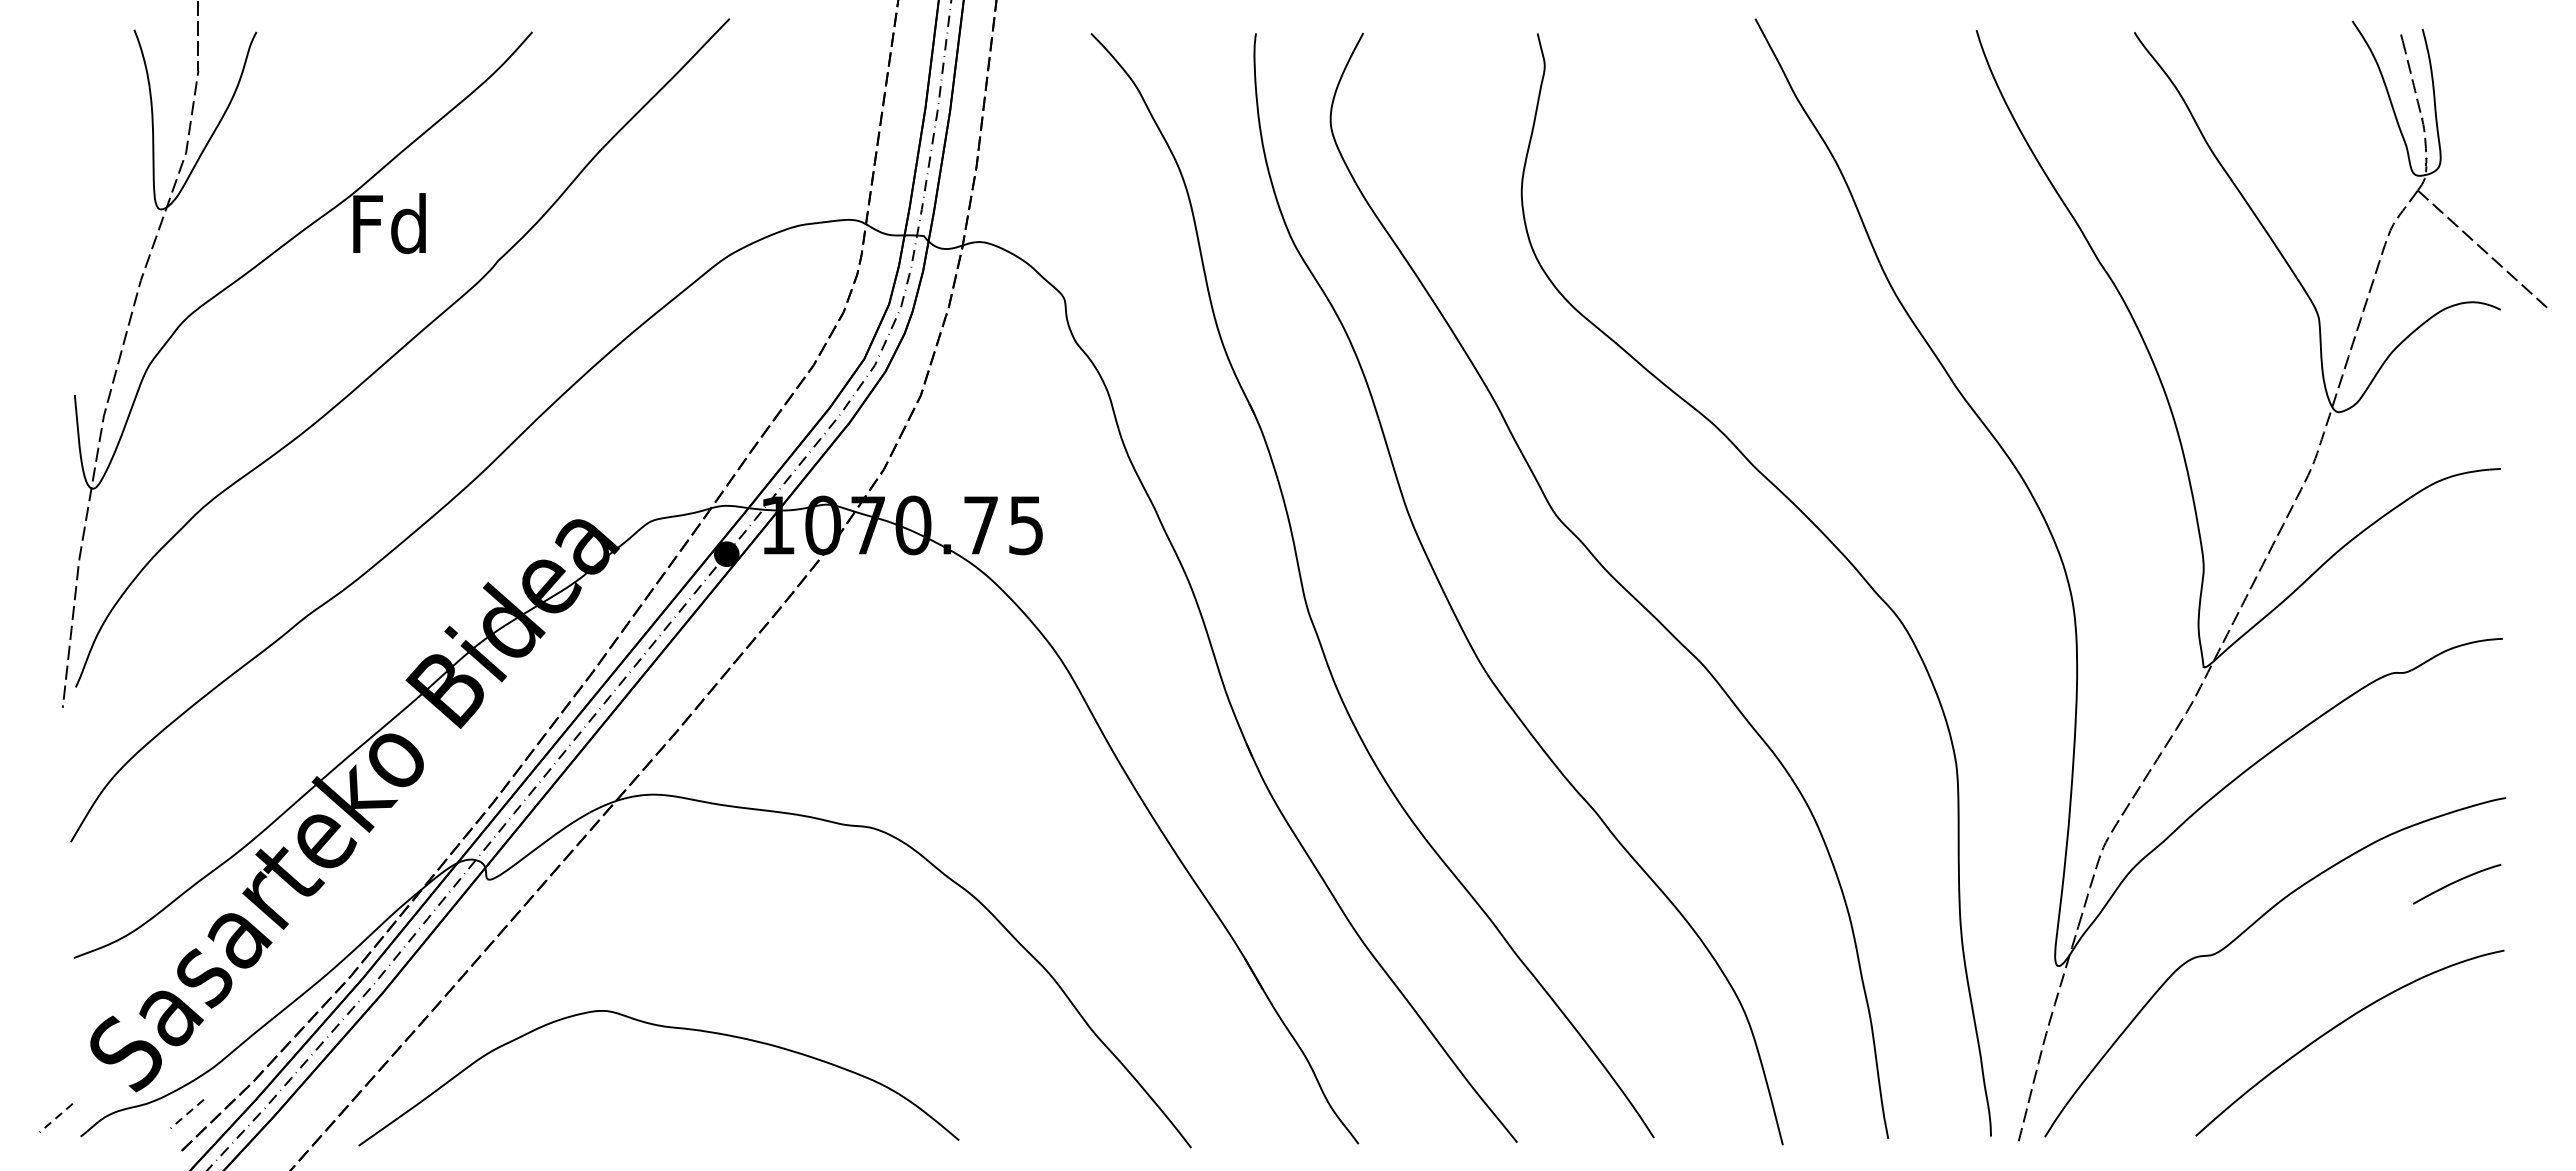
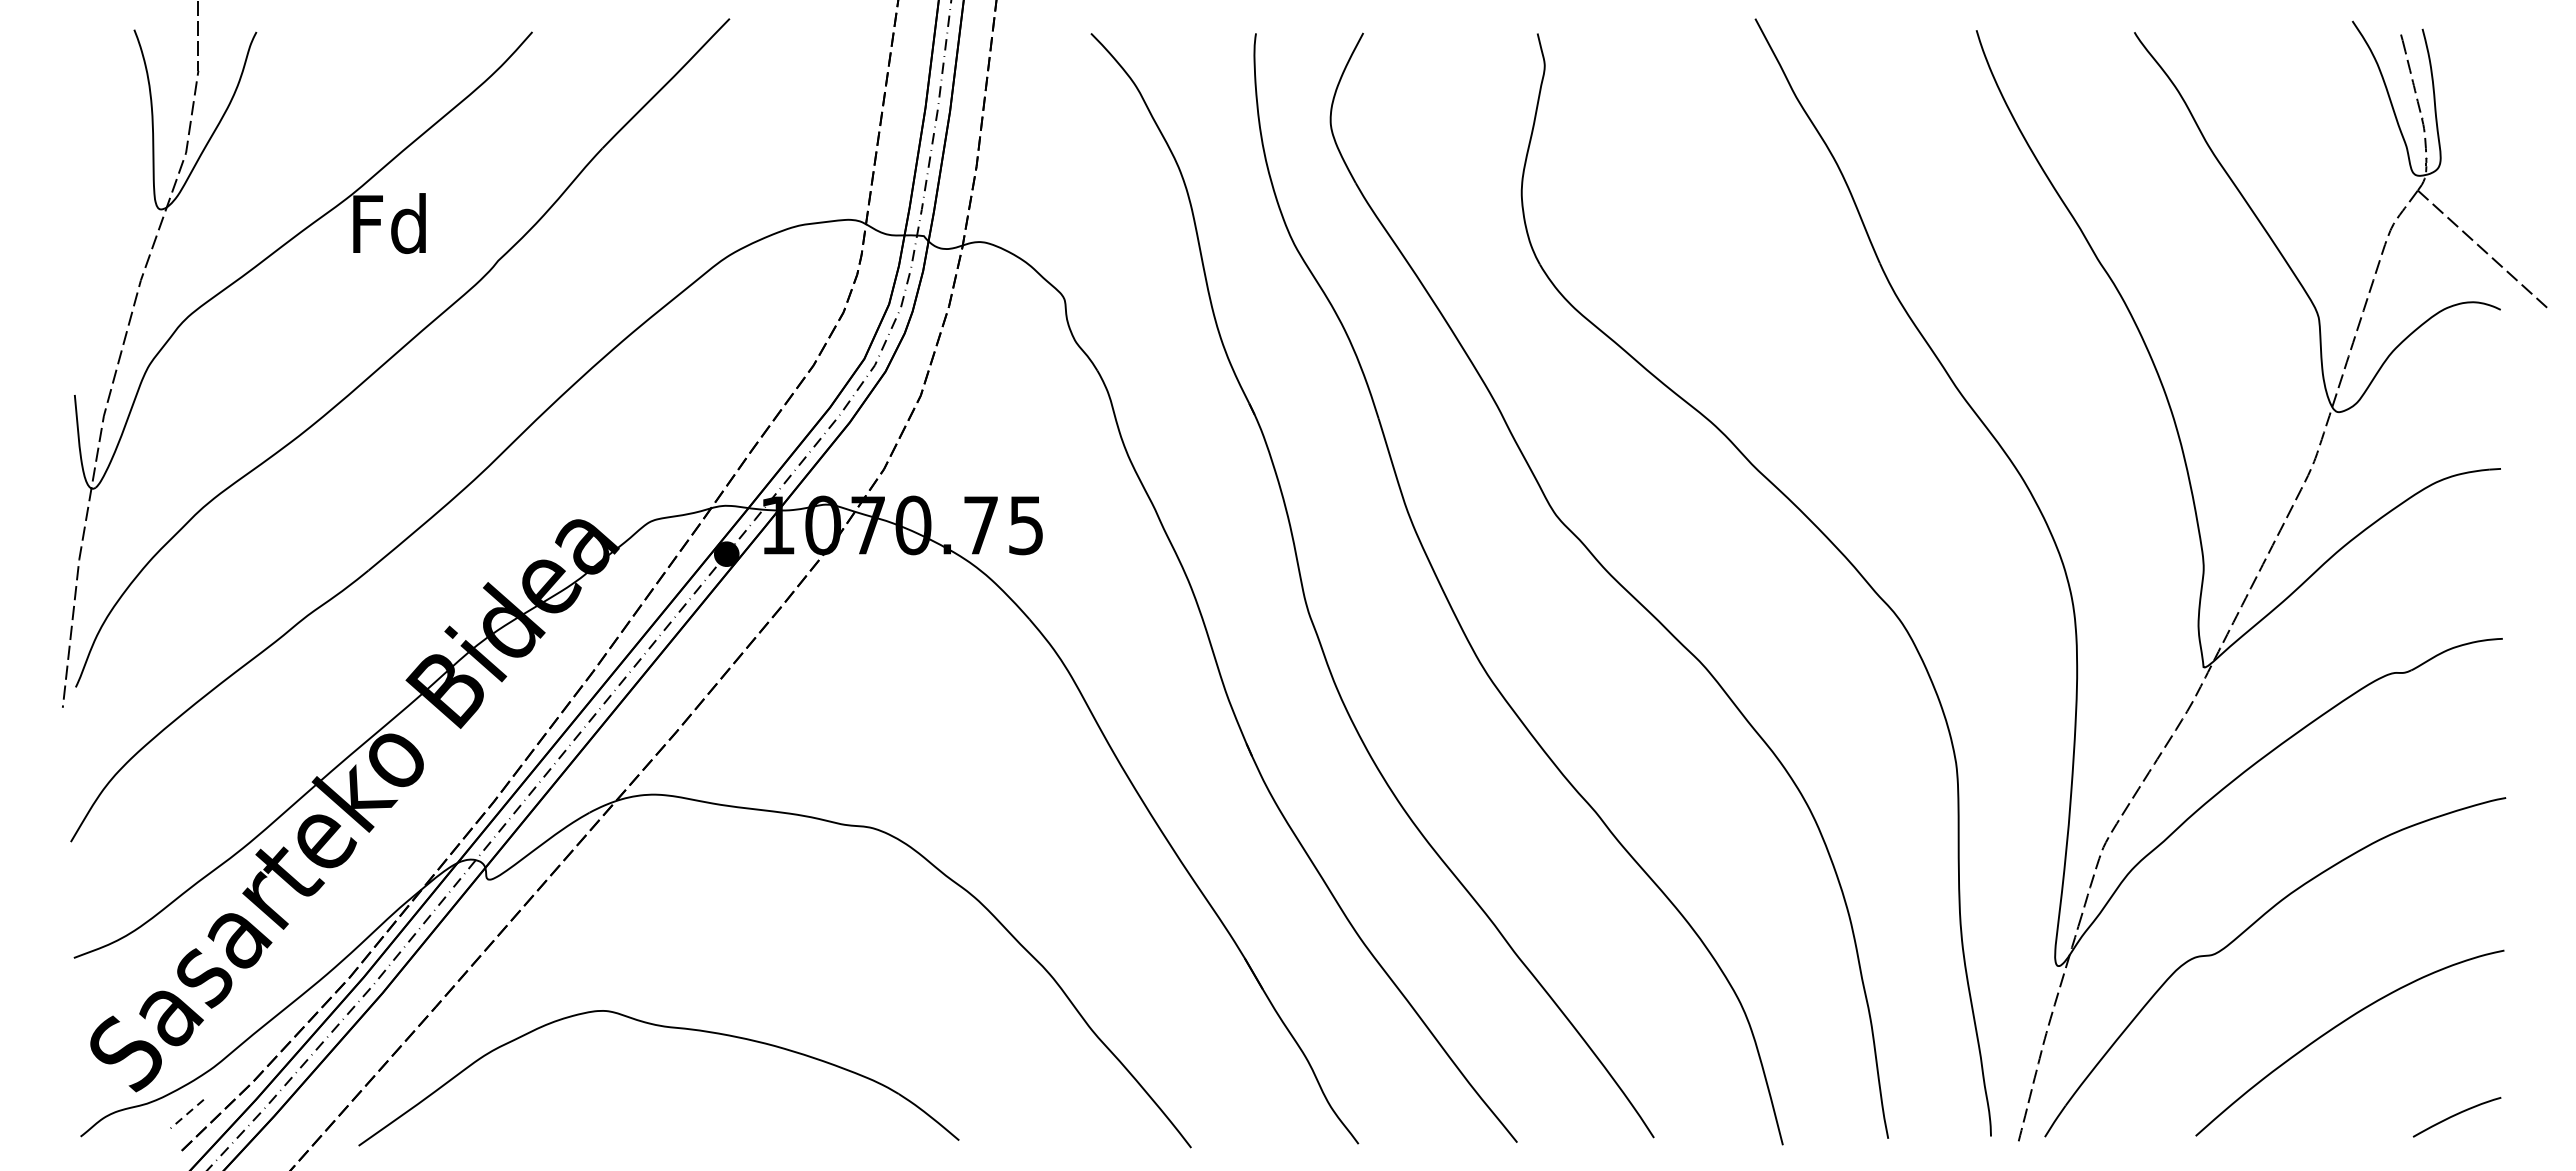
curve at (2456, 882) position: (2456, 882) -> (2456, 1115)
line at (56, 1117): present -> none
